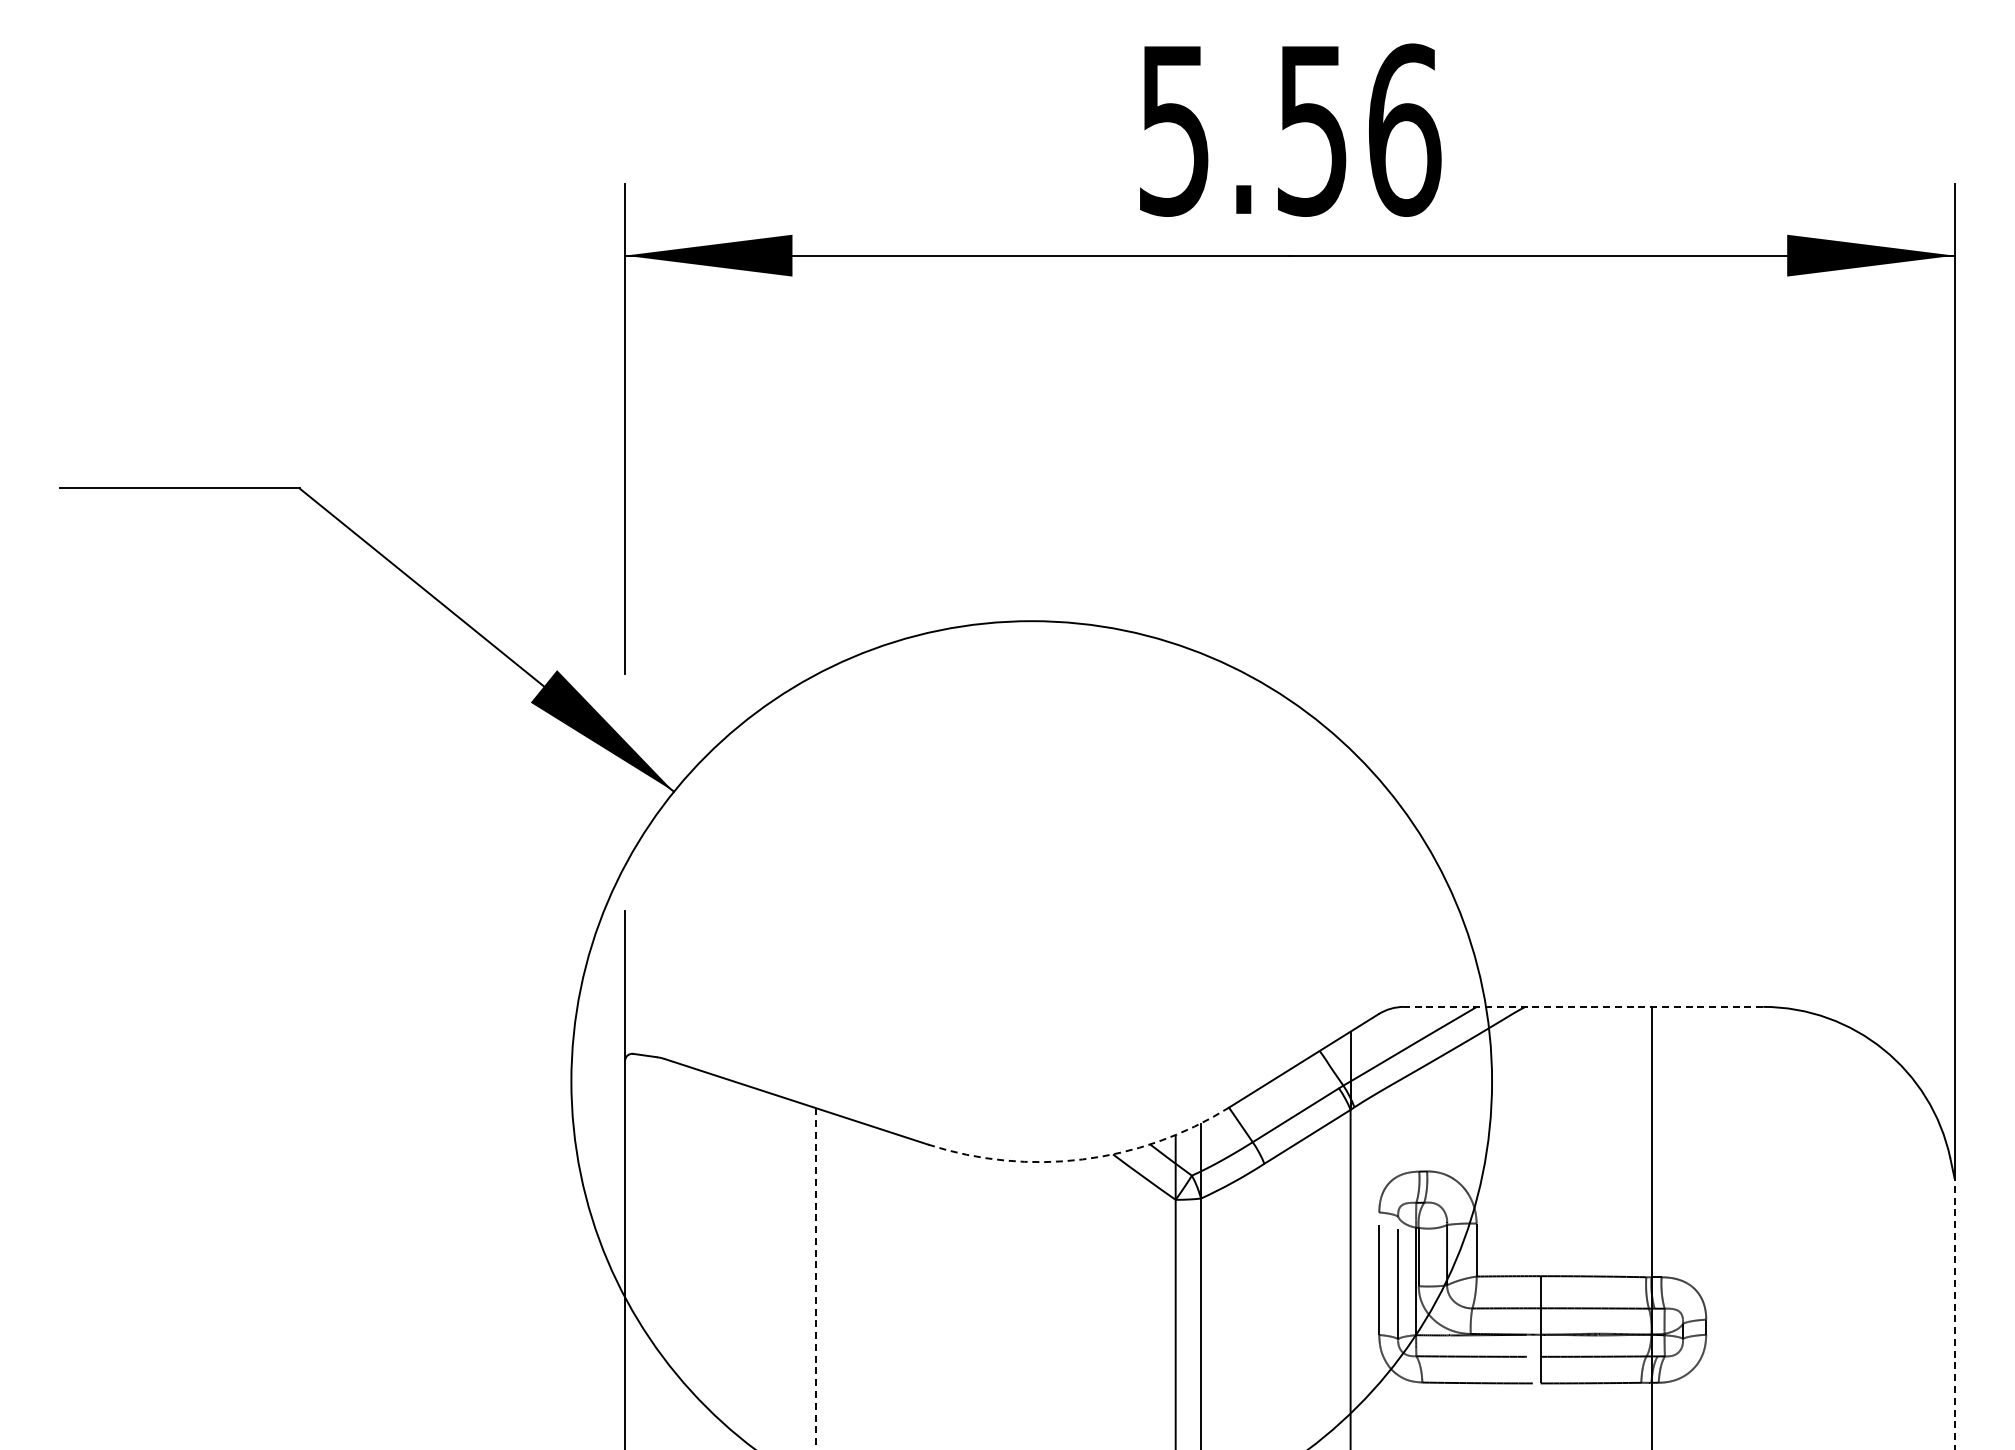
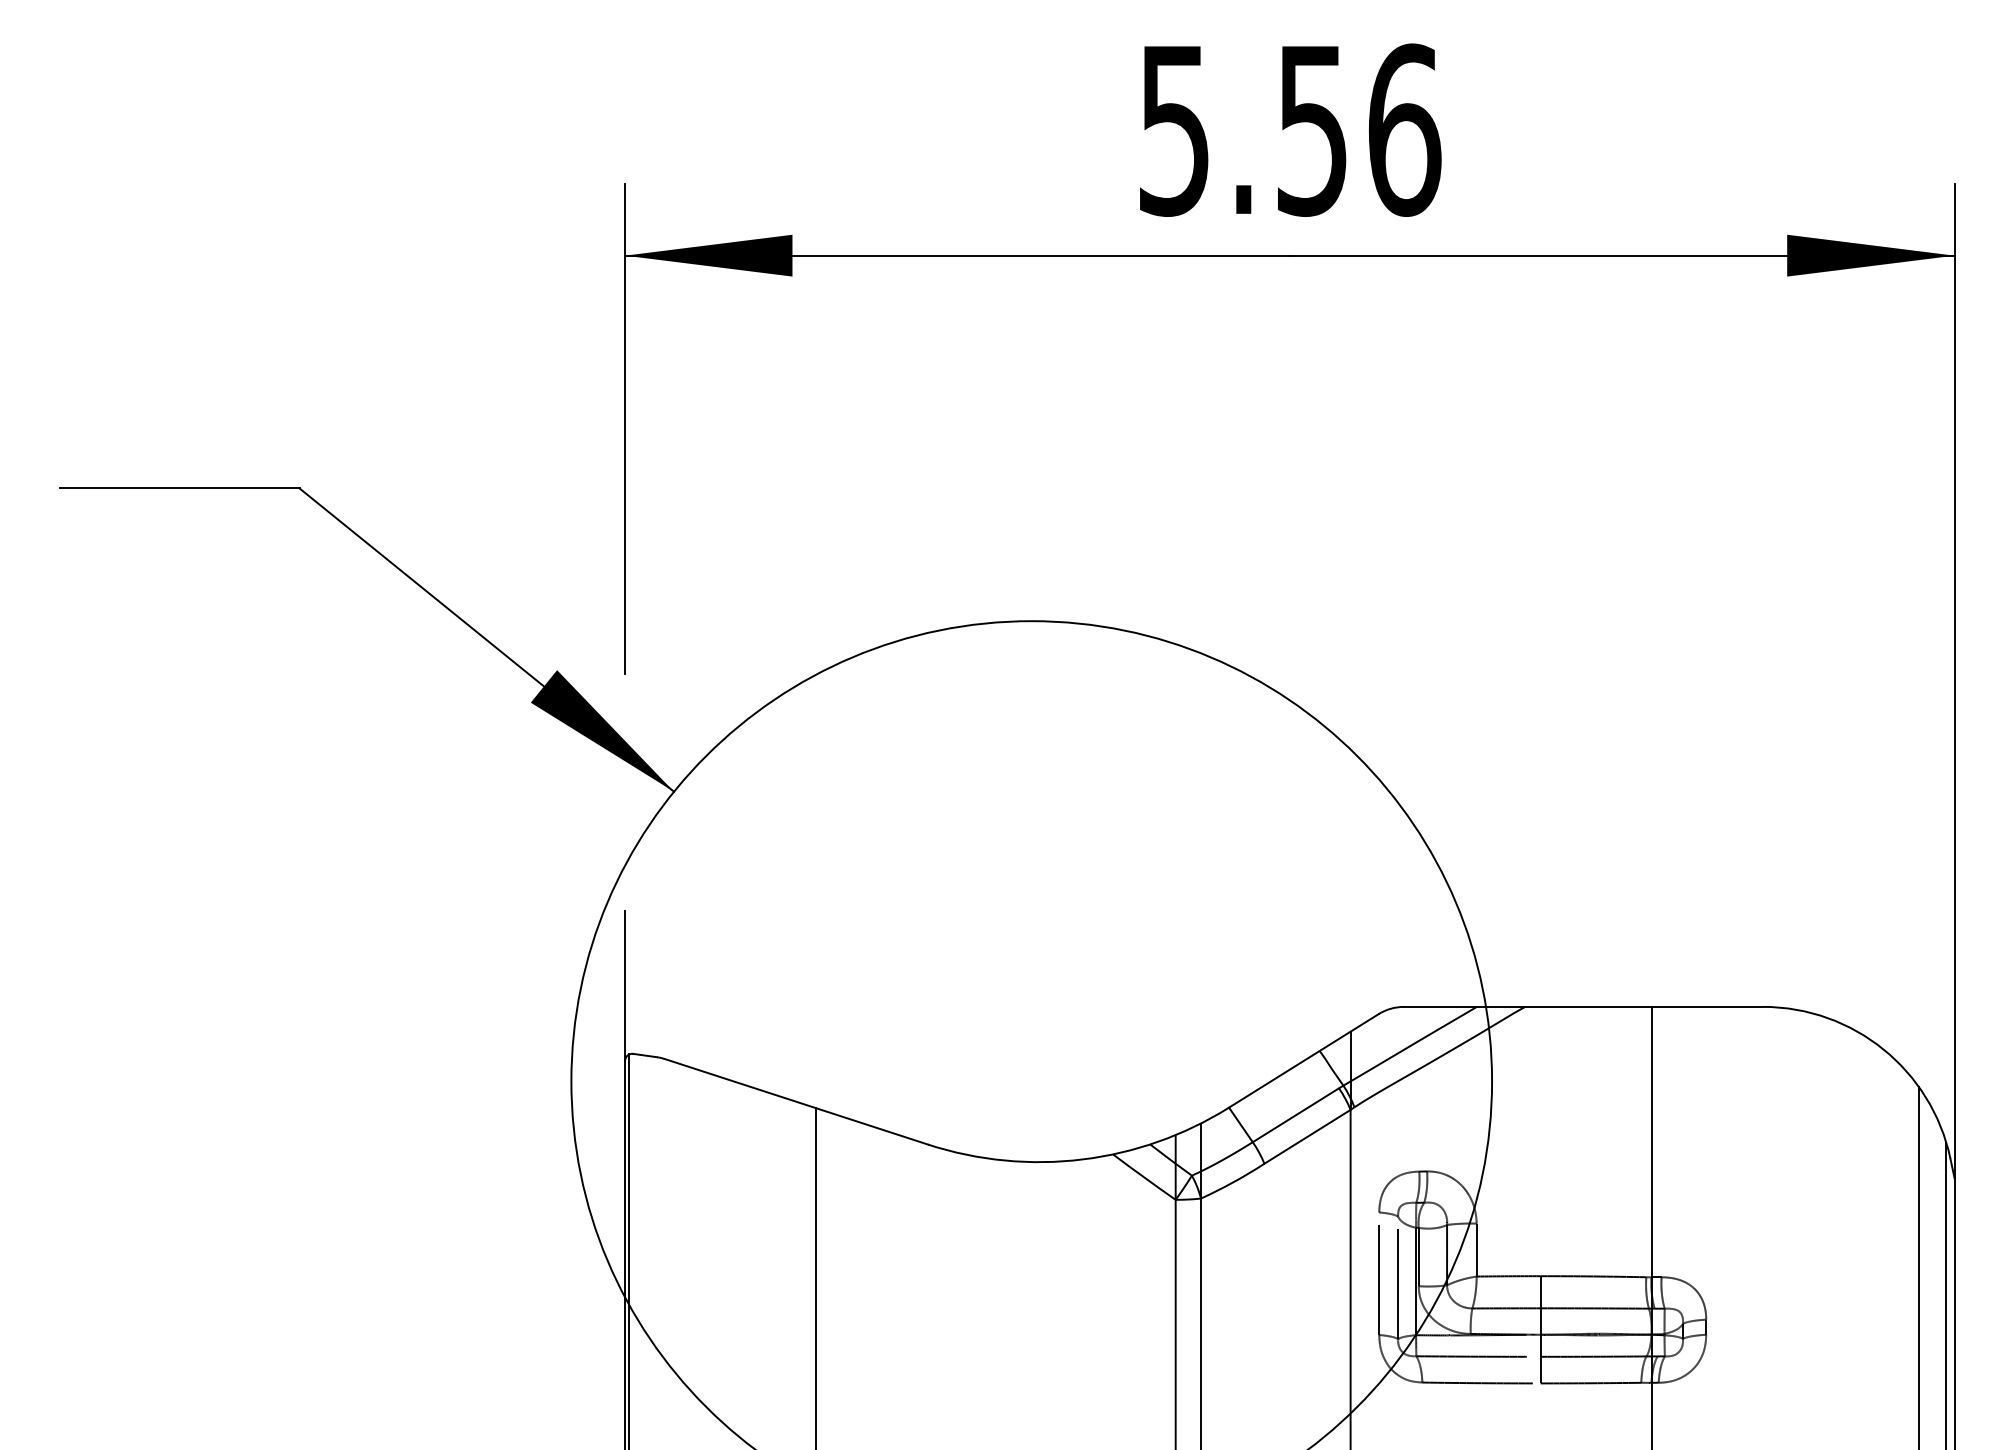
line at (1583, 1006): dashed -> solid
arc at (1082, 1159): dashed -> solid
line at (629, 1250): none -> present
line at (1918, 1266): none -> present
line at (816, 1279): dashed -> solid
line at (1946, 1294): none -> present
line at (1954, 1314): dashed -> solid
